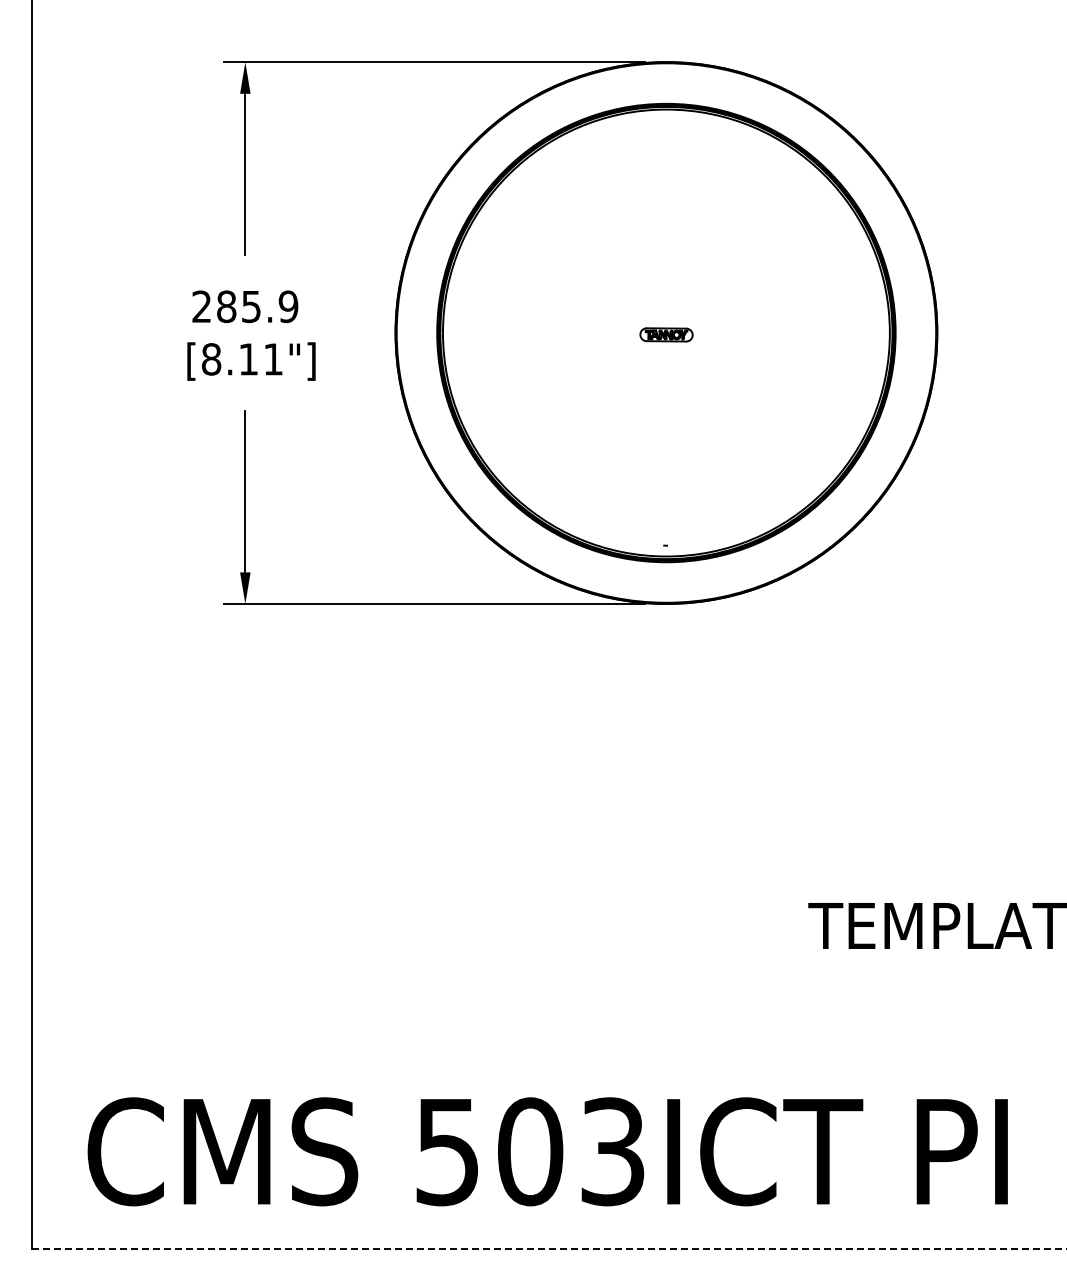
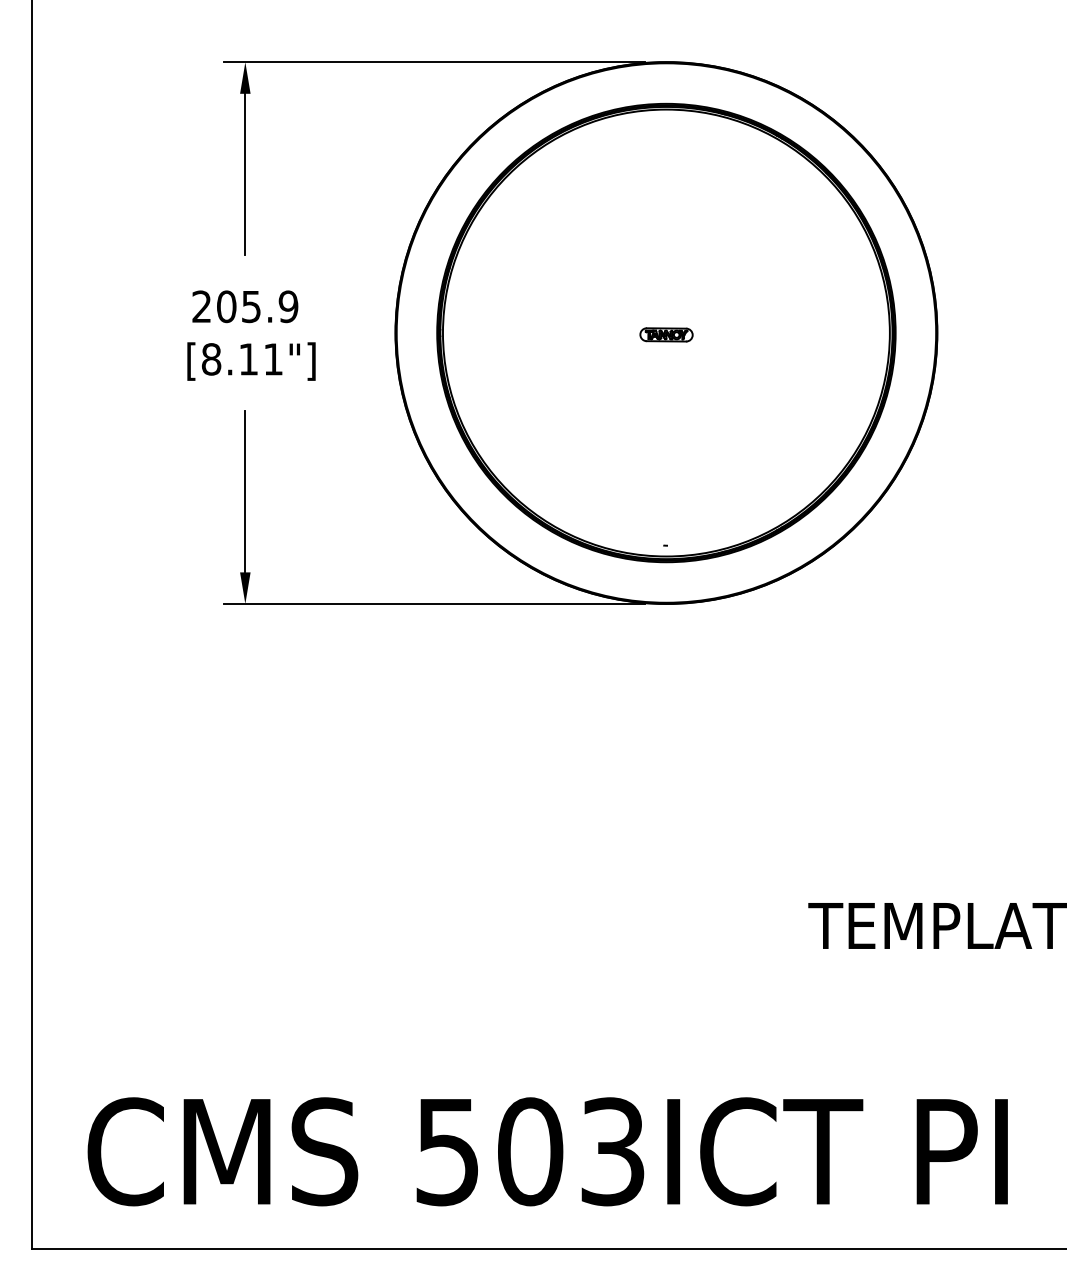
text at (226, 306): 285.9 -> 205.9
line at (549, 1249): dashed -> solid
